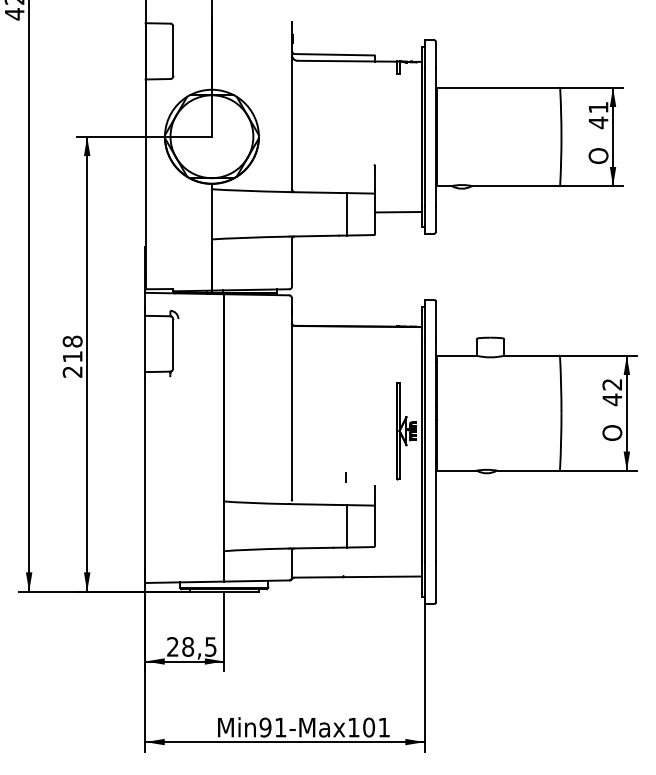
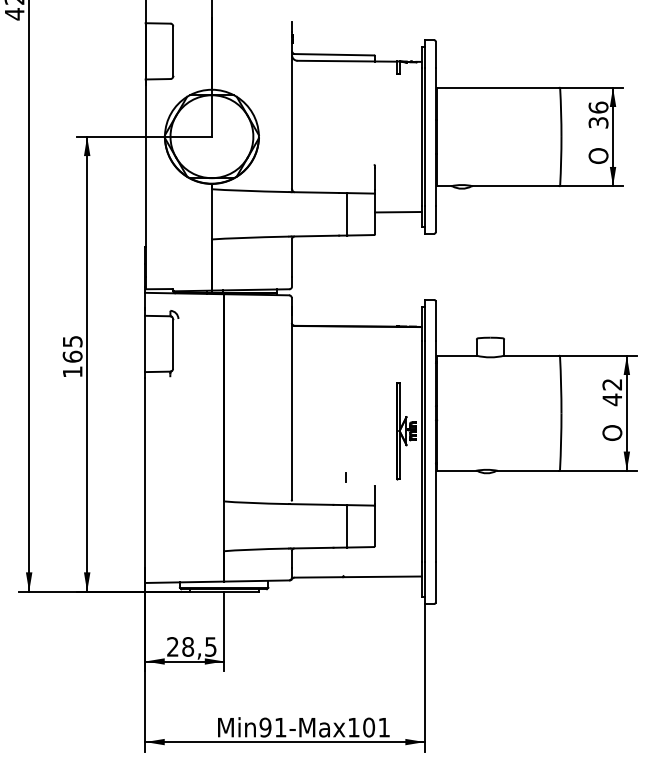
text at (598, 115): 41 -> 36
text at (72, 356): 218 -> 165
